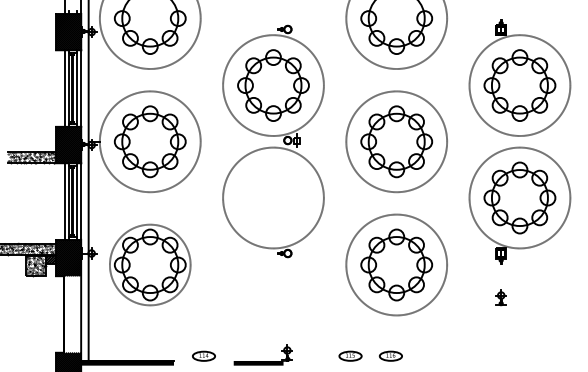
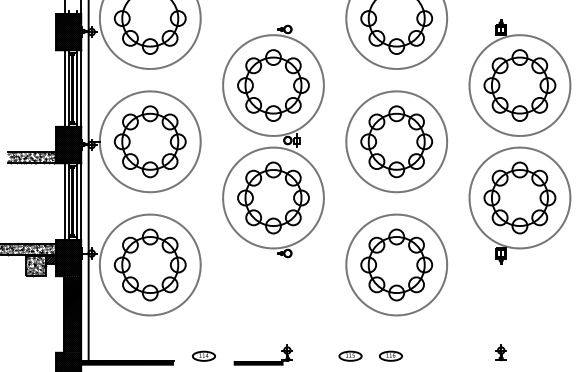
part at (273, 197): none -> present
circle at (149, 264) diameter: 81 px -> 101 px
part at (500, 297) position: (500, 297) -> (500, 352)
hatch at (72, 314): none -> present
